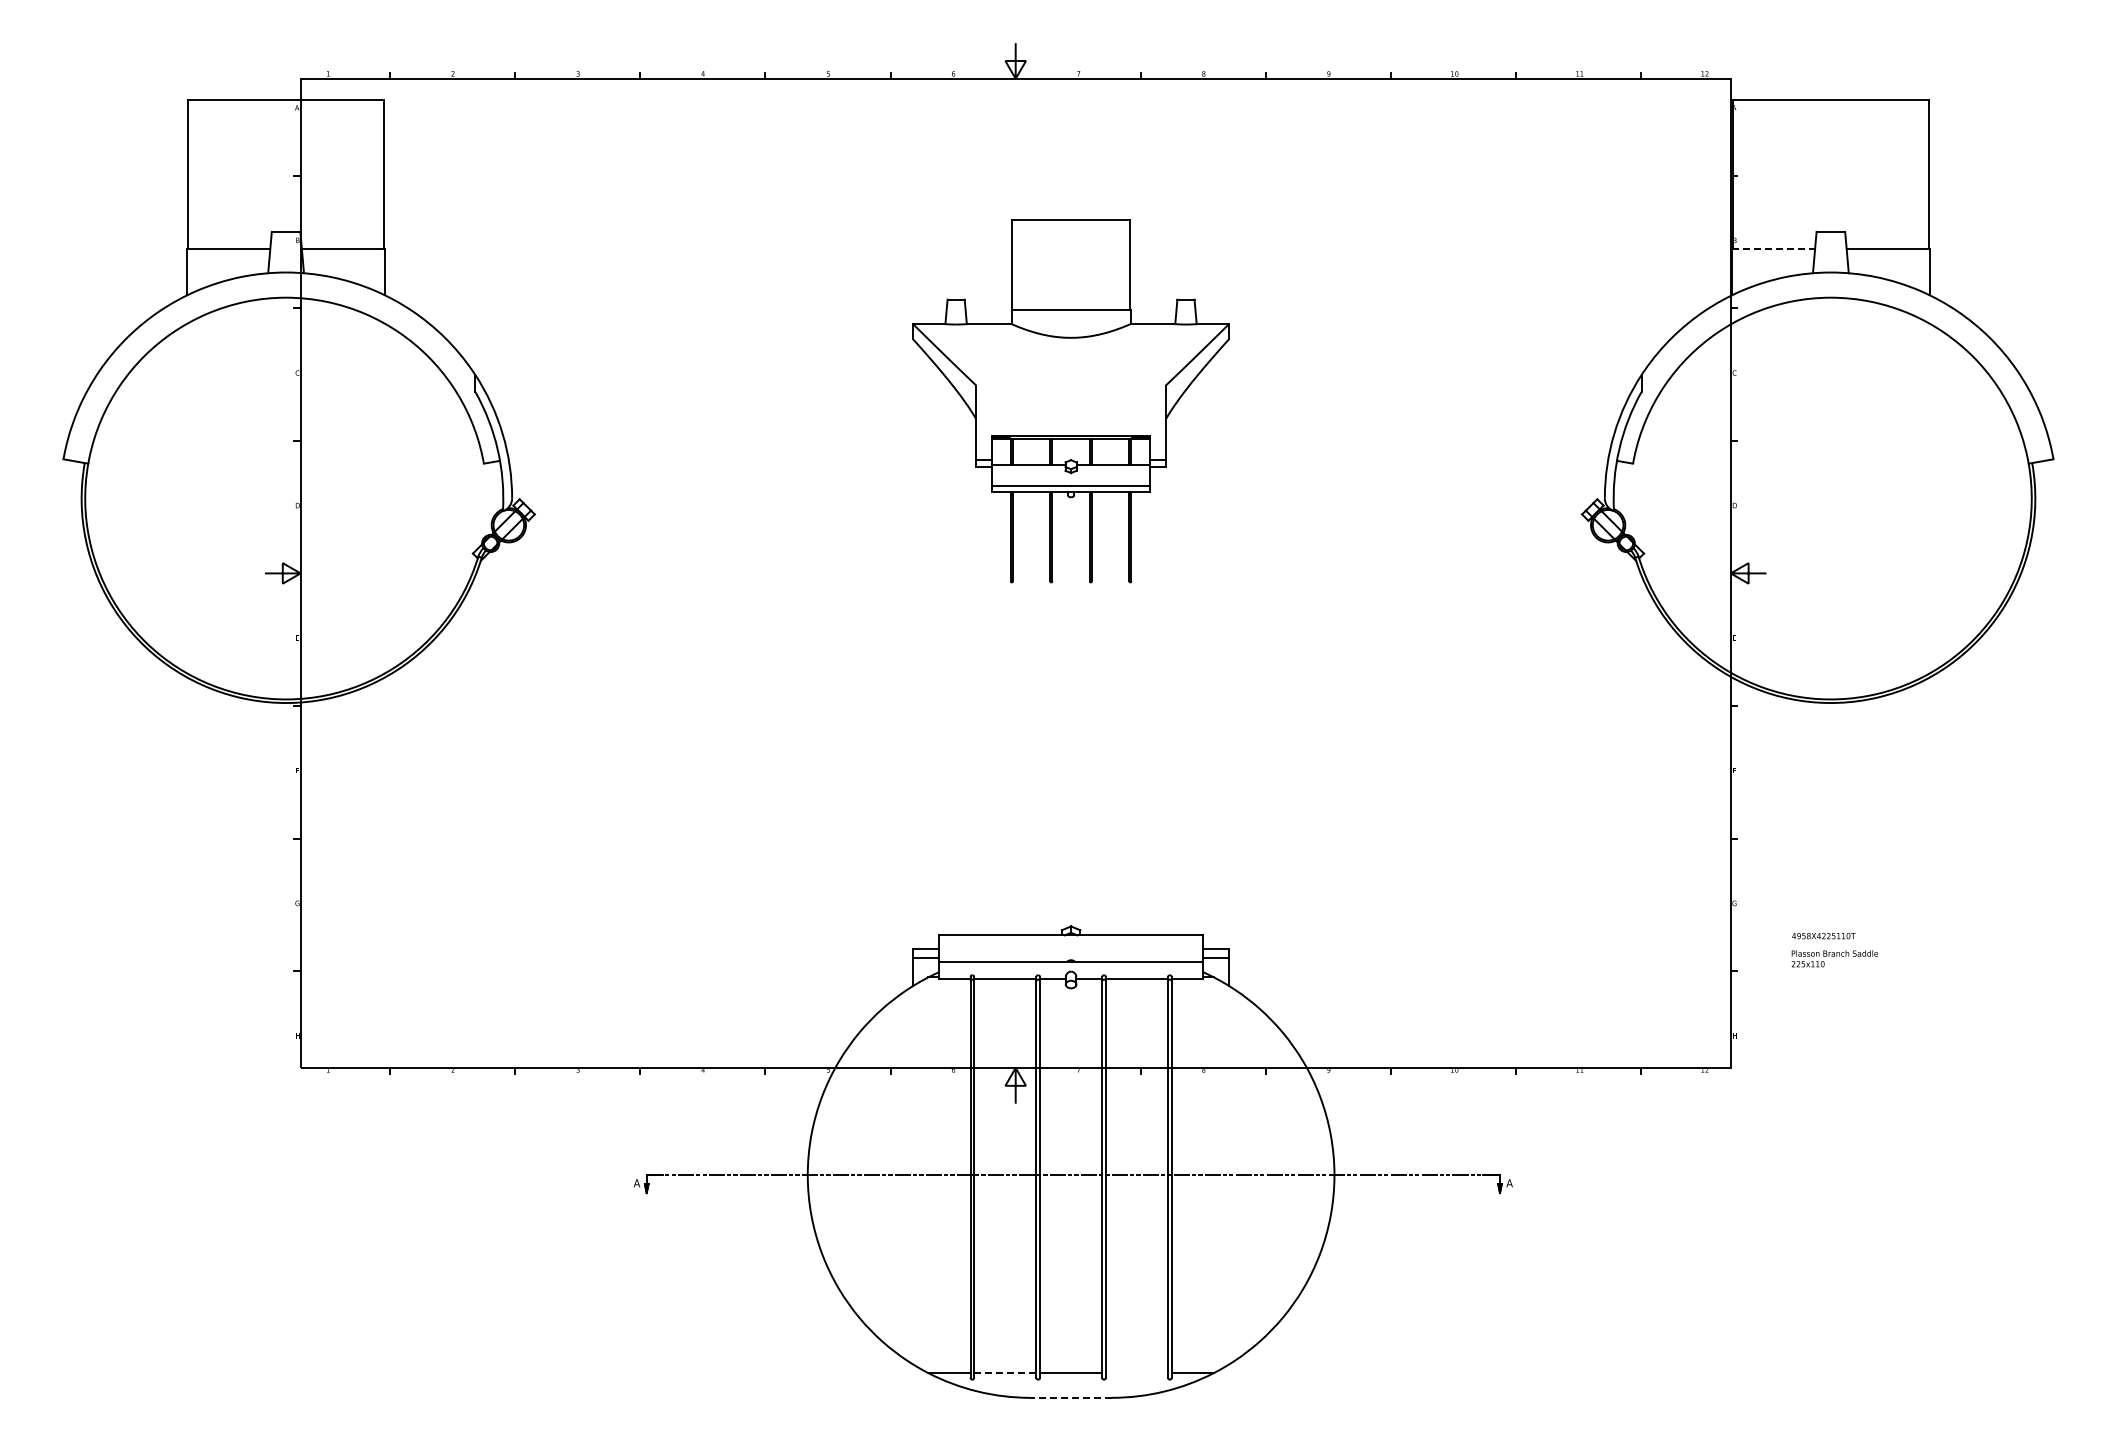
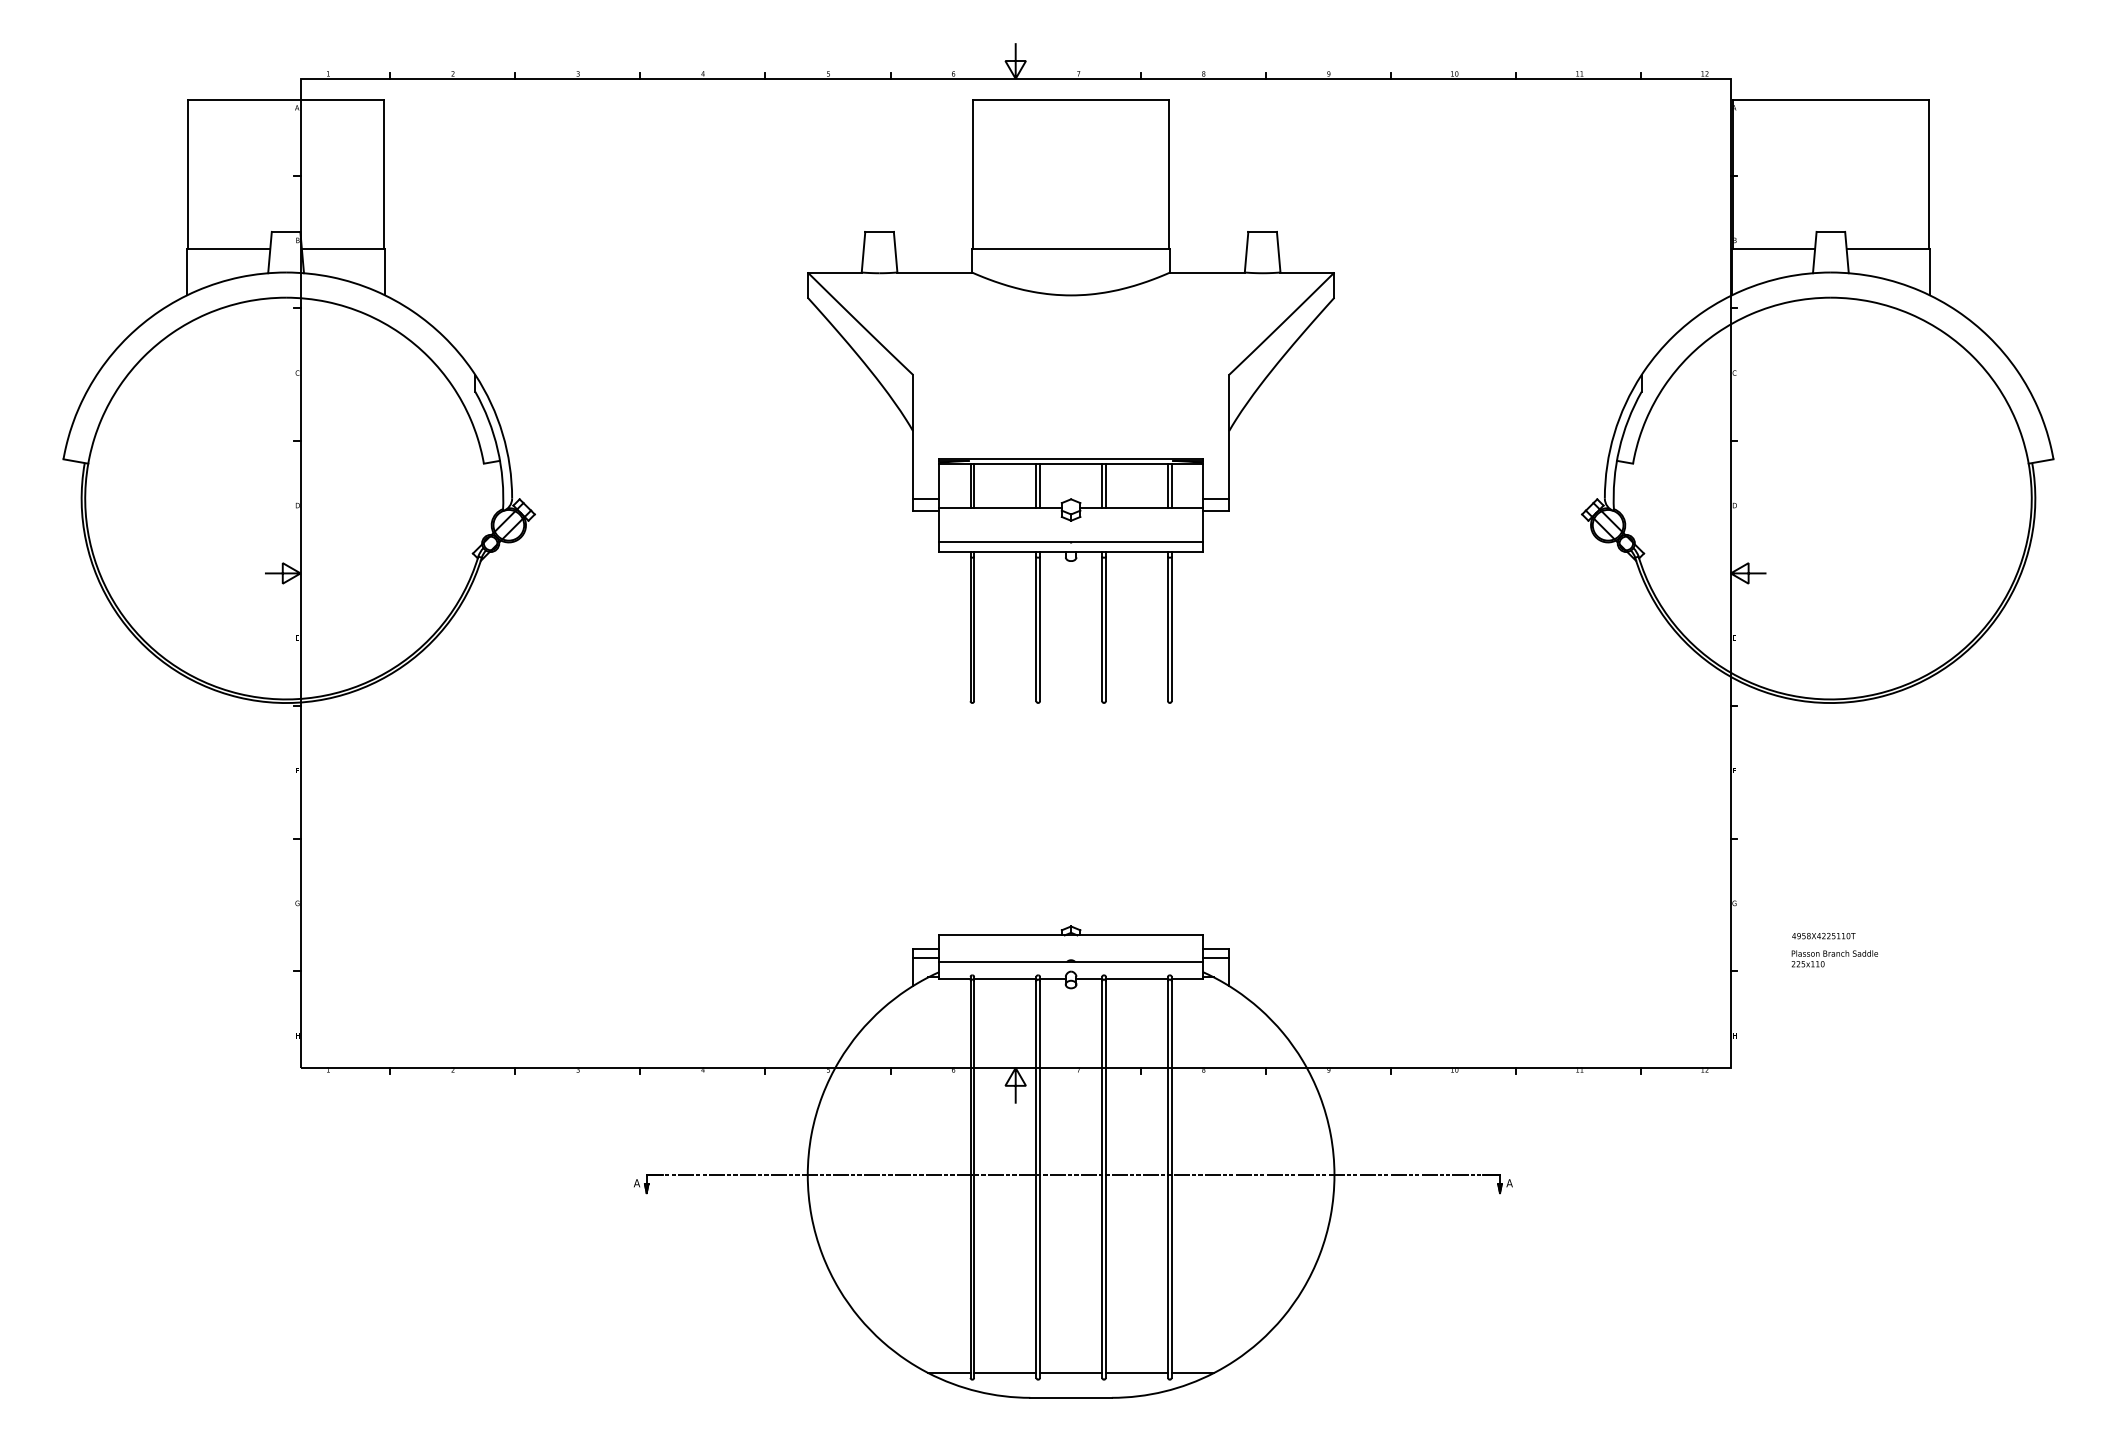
line at (1773, 249): dashed -> solid
part at (1070, 401) size: 318x365 px -> 528x605 px
line at (1005, 1373): dashed -> solid
line at (1136, 1373): none -> present
line at (1071, 1397): dashed -> solid
